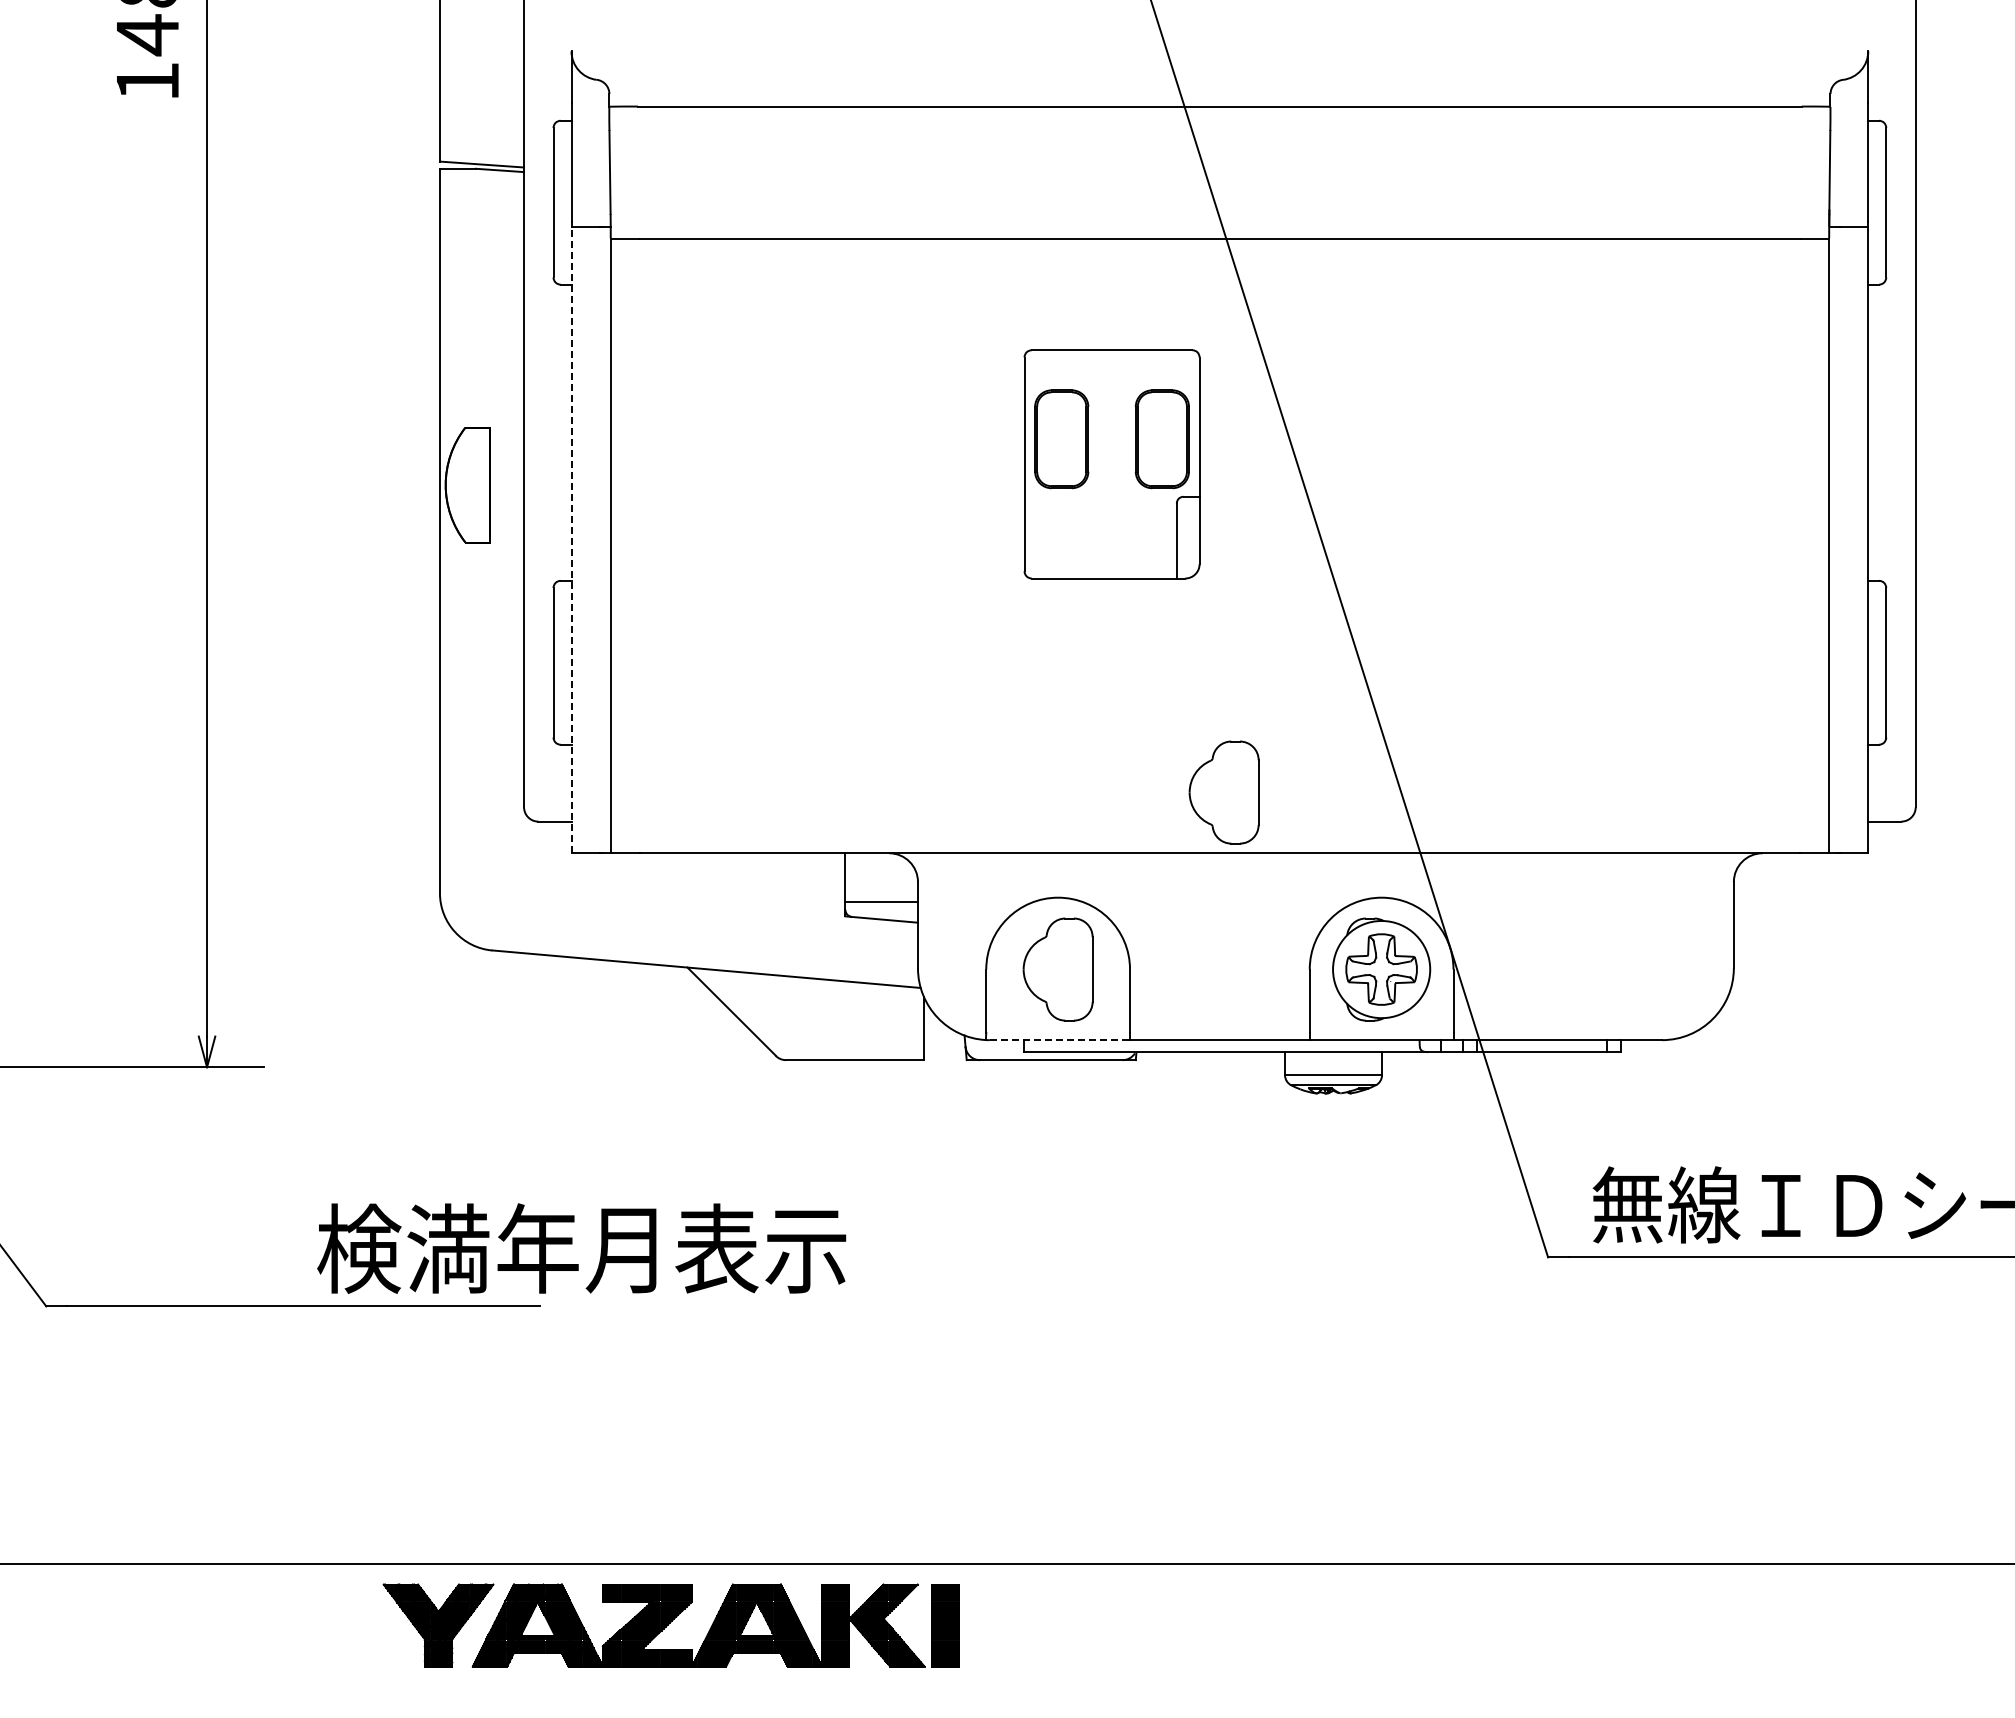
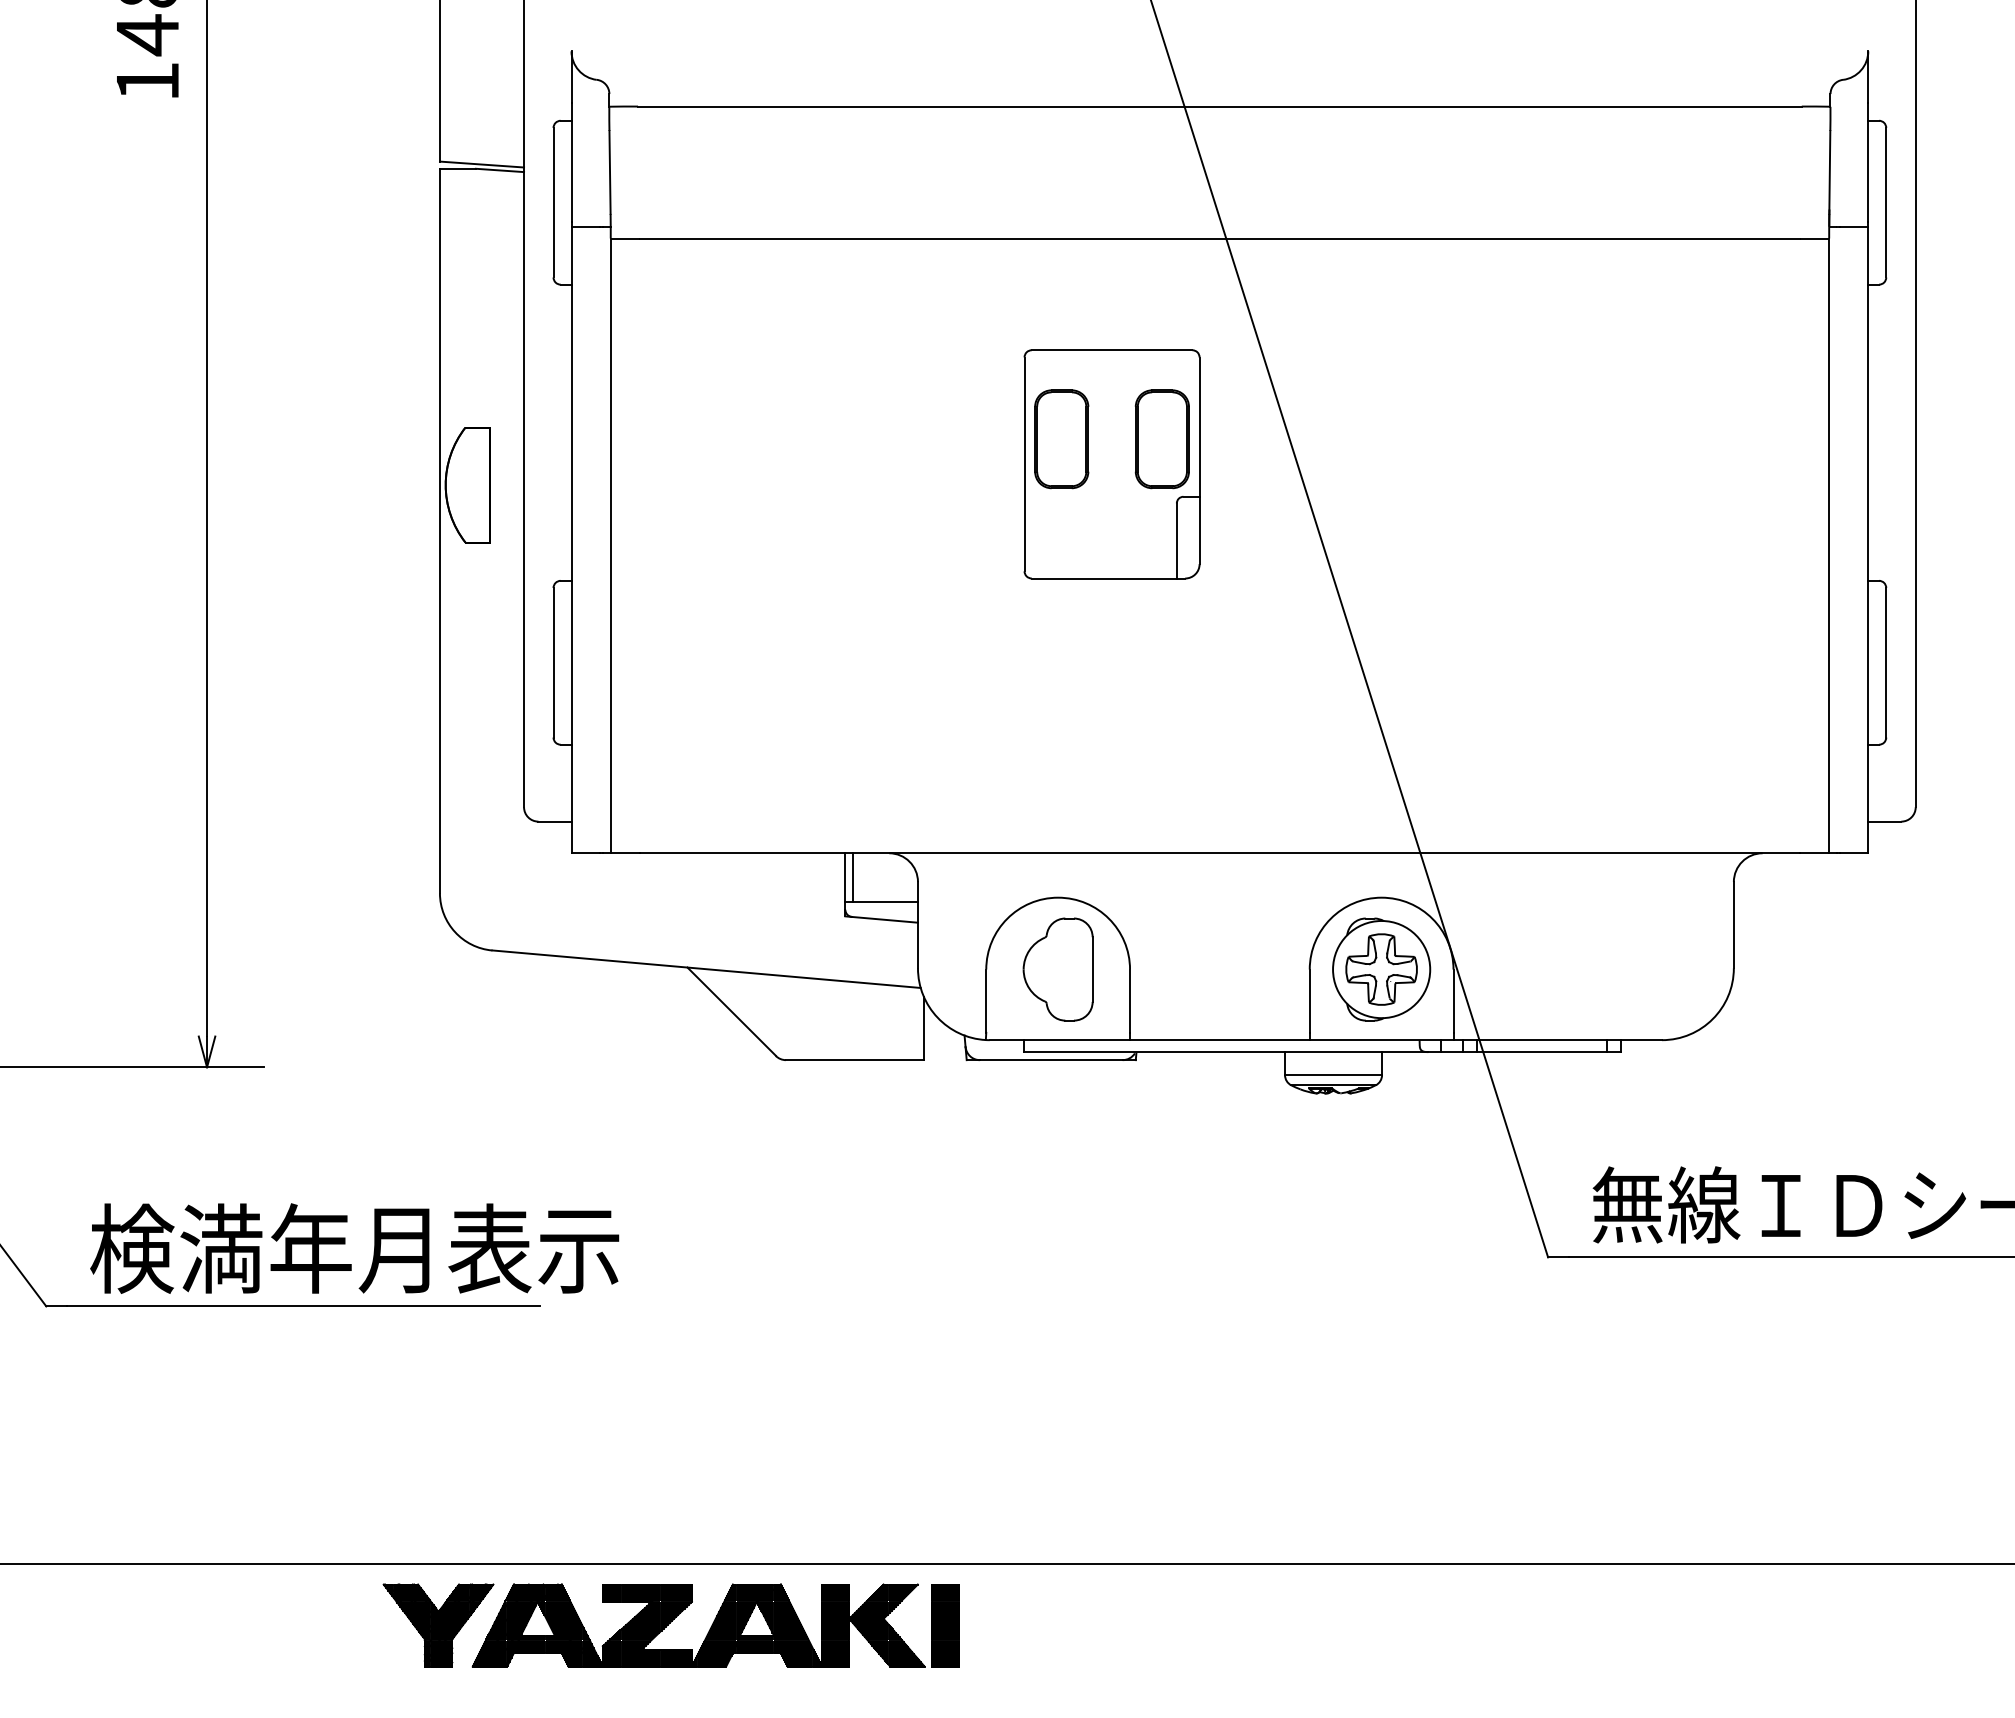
line at (571, 539): dashed -> solid
part at (1223, 792): present -> none
line at (852, 877): none -> present
line at (1060, 1040): dashed -> solid
text at (581, 1248) position: (581, 1248) -> (354, 1248)
